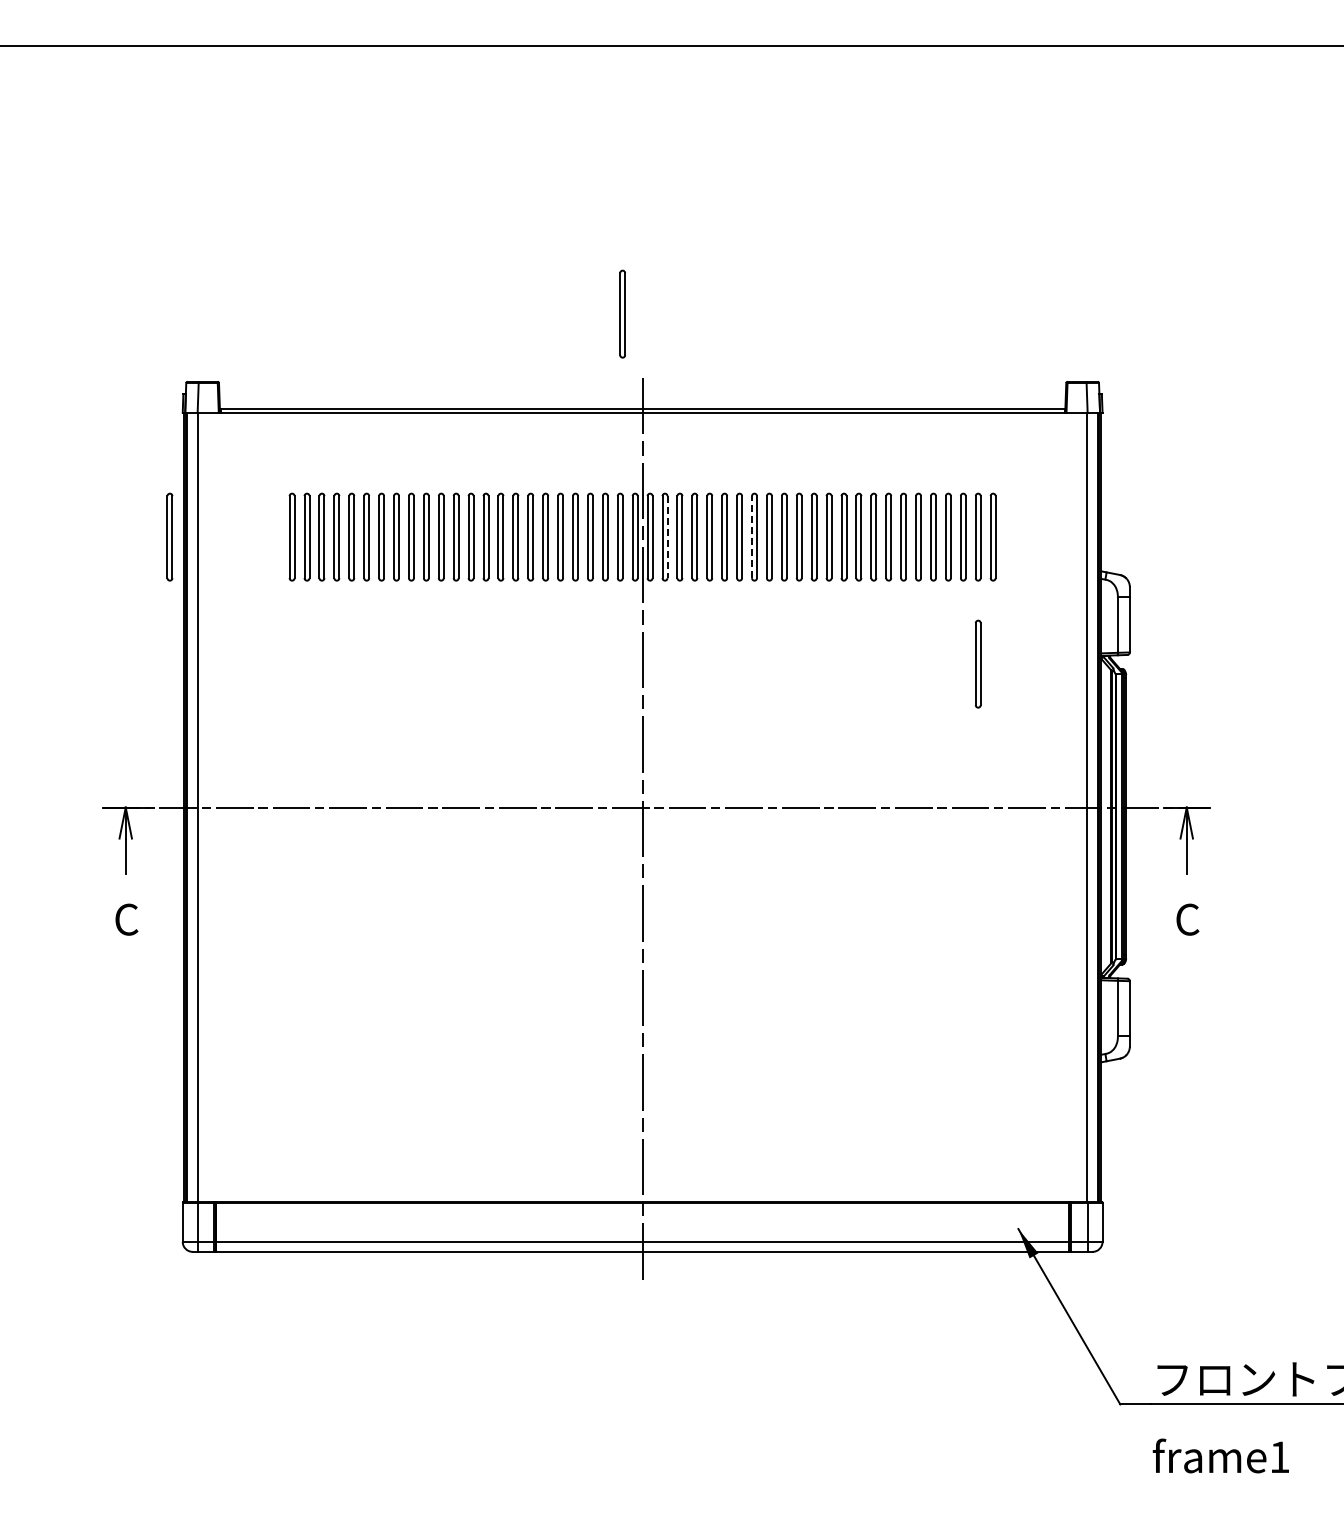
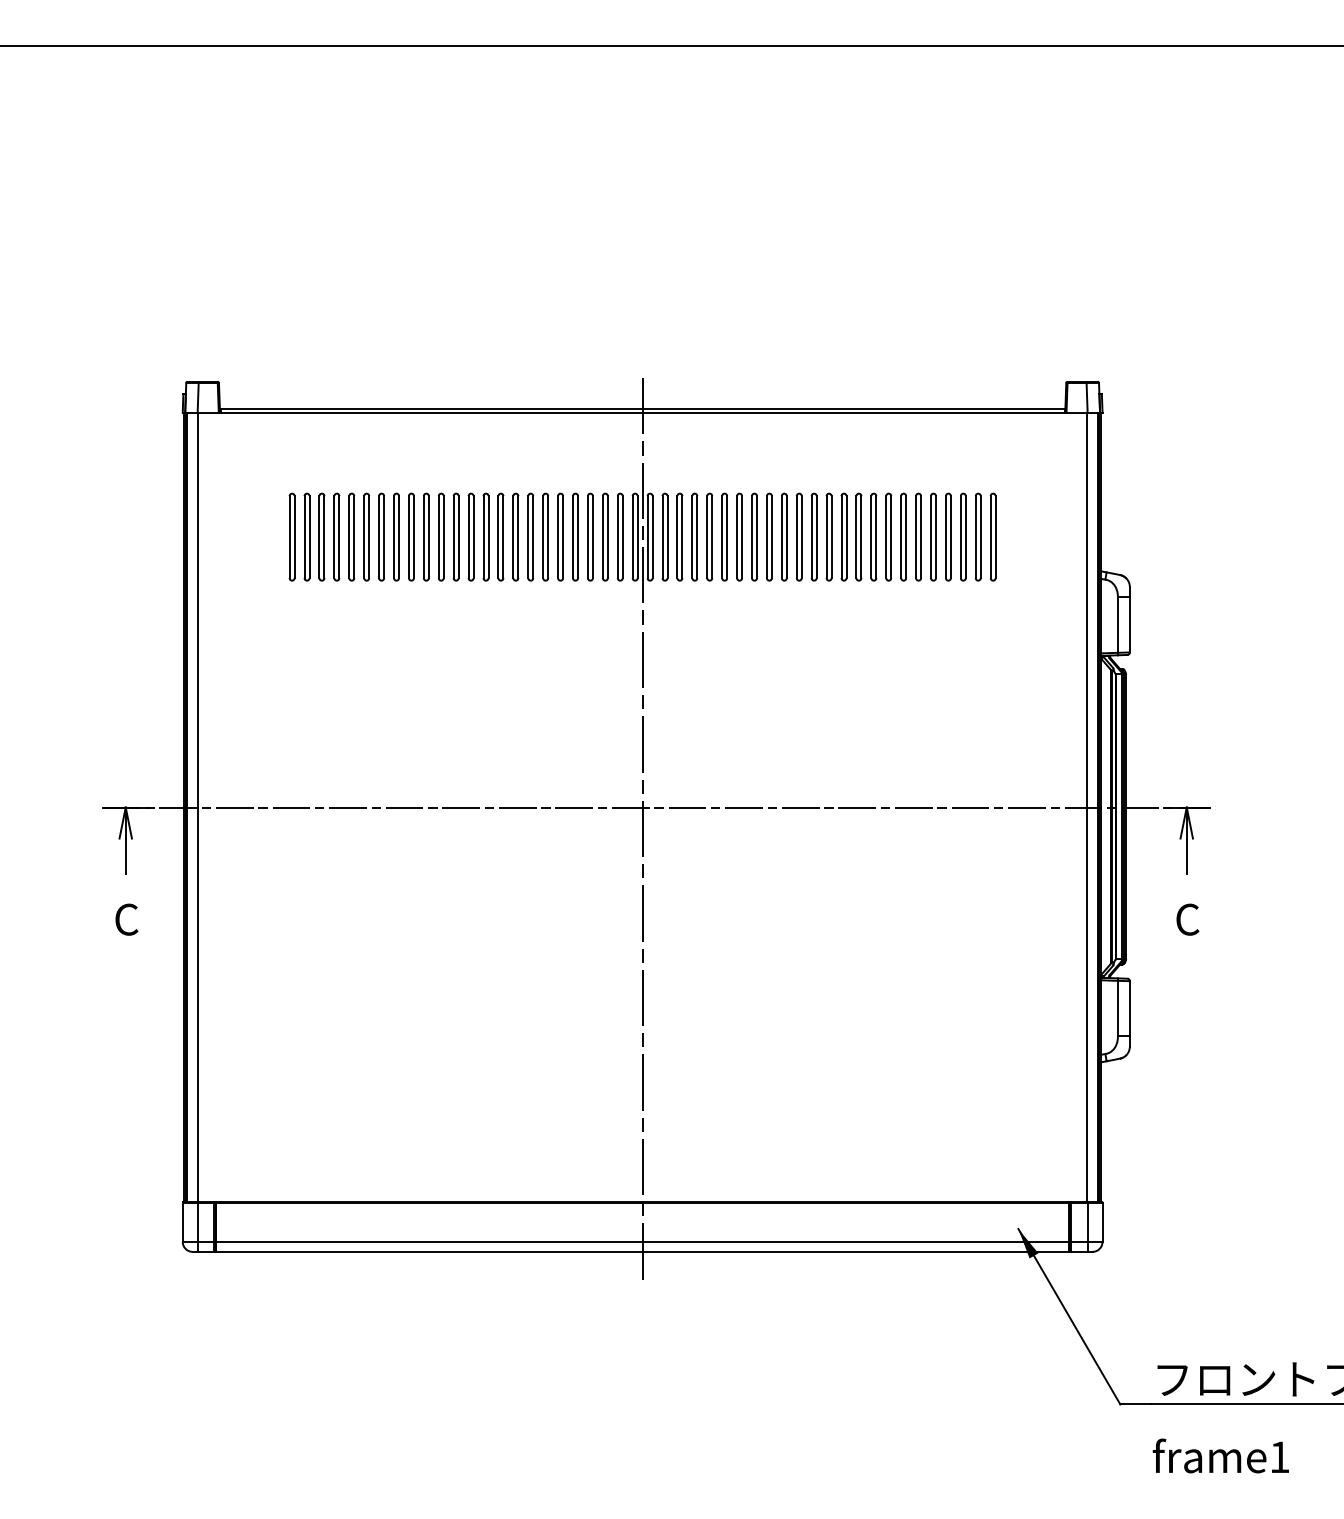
part at (622, 313): present -> none
part at (169, 536): present -> none
line at (752, 536): dashed -> solid
line at (667, 537): dashed -> solid
part at (977, 663): present -> none
